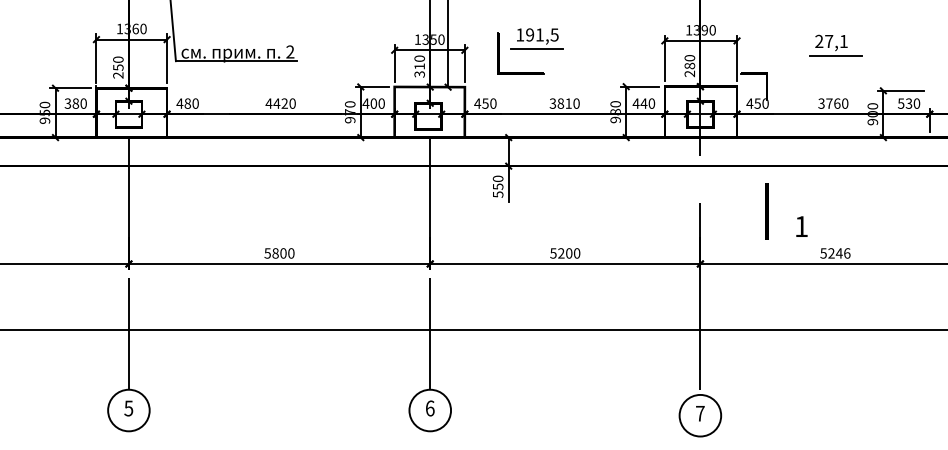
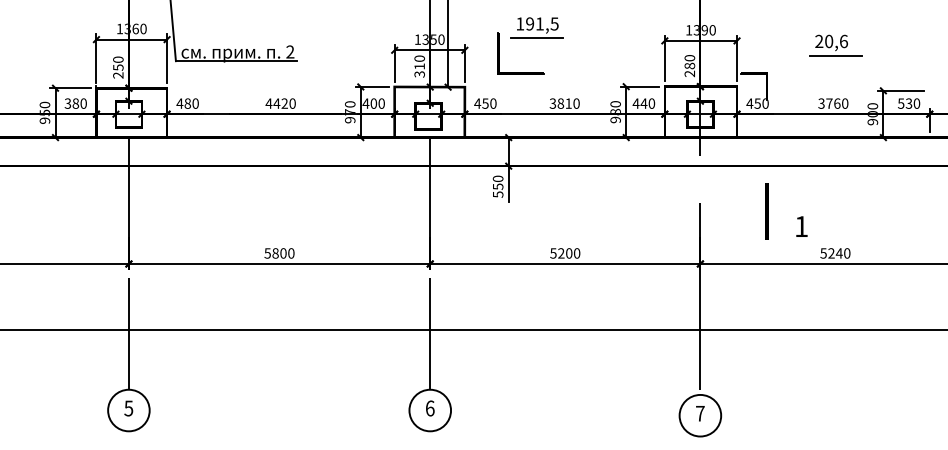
part at (536, 38) position: (536, 38) -> (536, 27)
text at (836, 41): 27,1 -> 20,6
text at (847, 253): 5246 -> 5240
